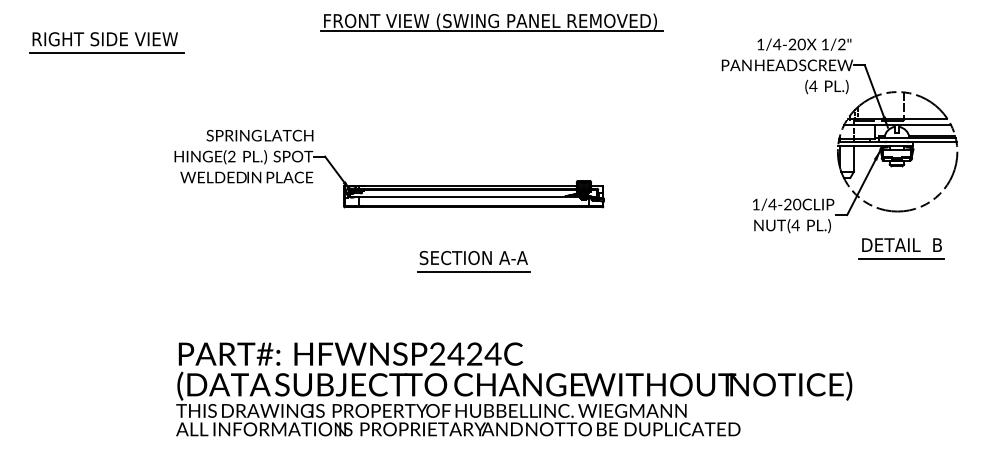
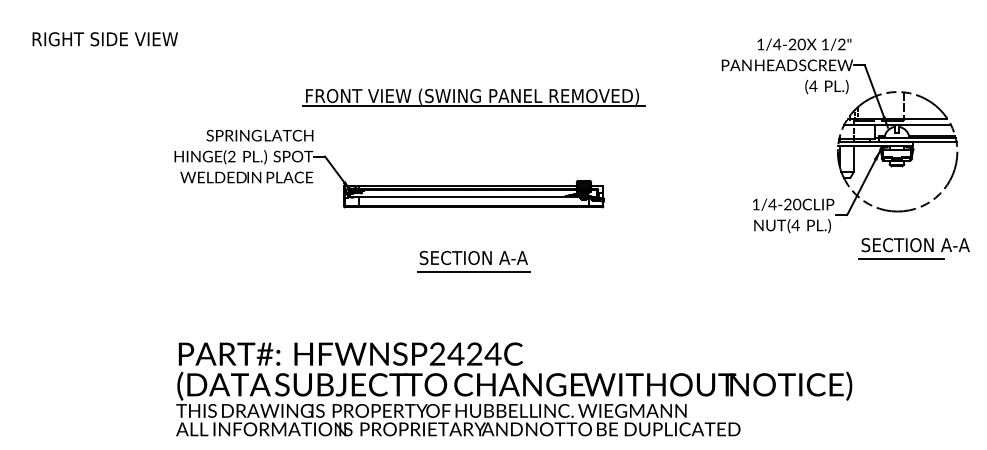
part at (491, 22) position: (491, 22) -> (473, 97)
line at (106, 52): present -> none
text at (915, 245): DETAIL  B -> SECTION A-A
